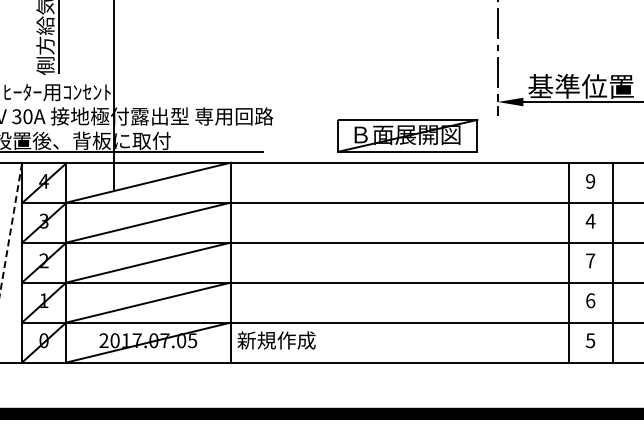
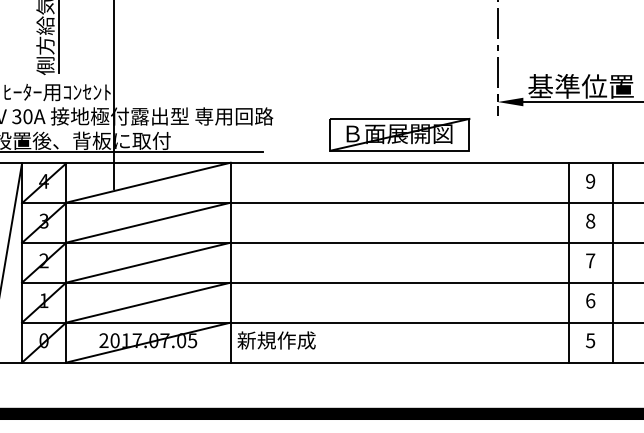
part at (407, 135) position: (407, 135) -> (399, 134)
text at (590, 220): 4 -> 8
line at (11, 228): dashed -> solid
